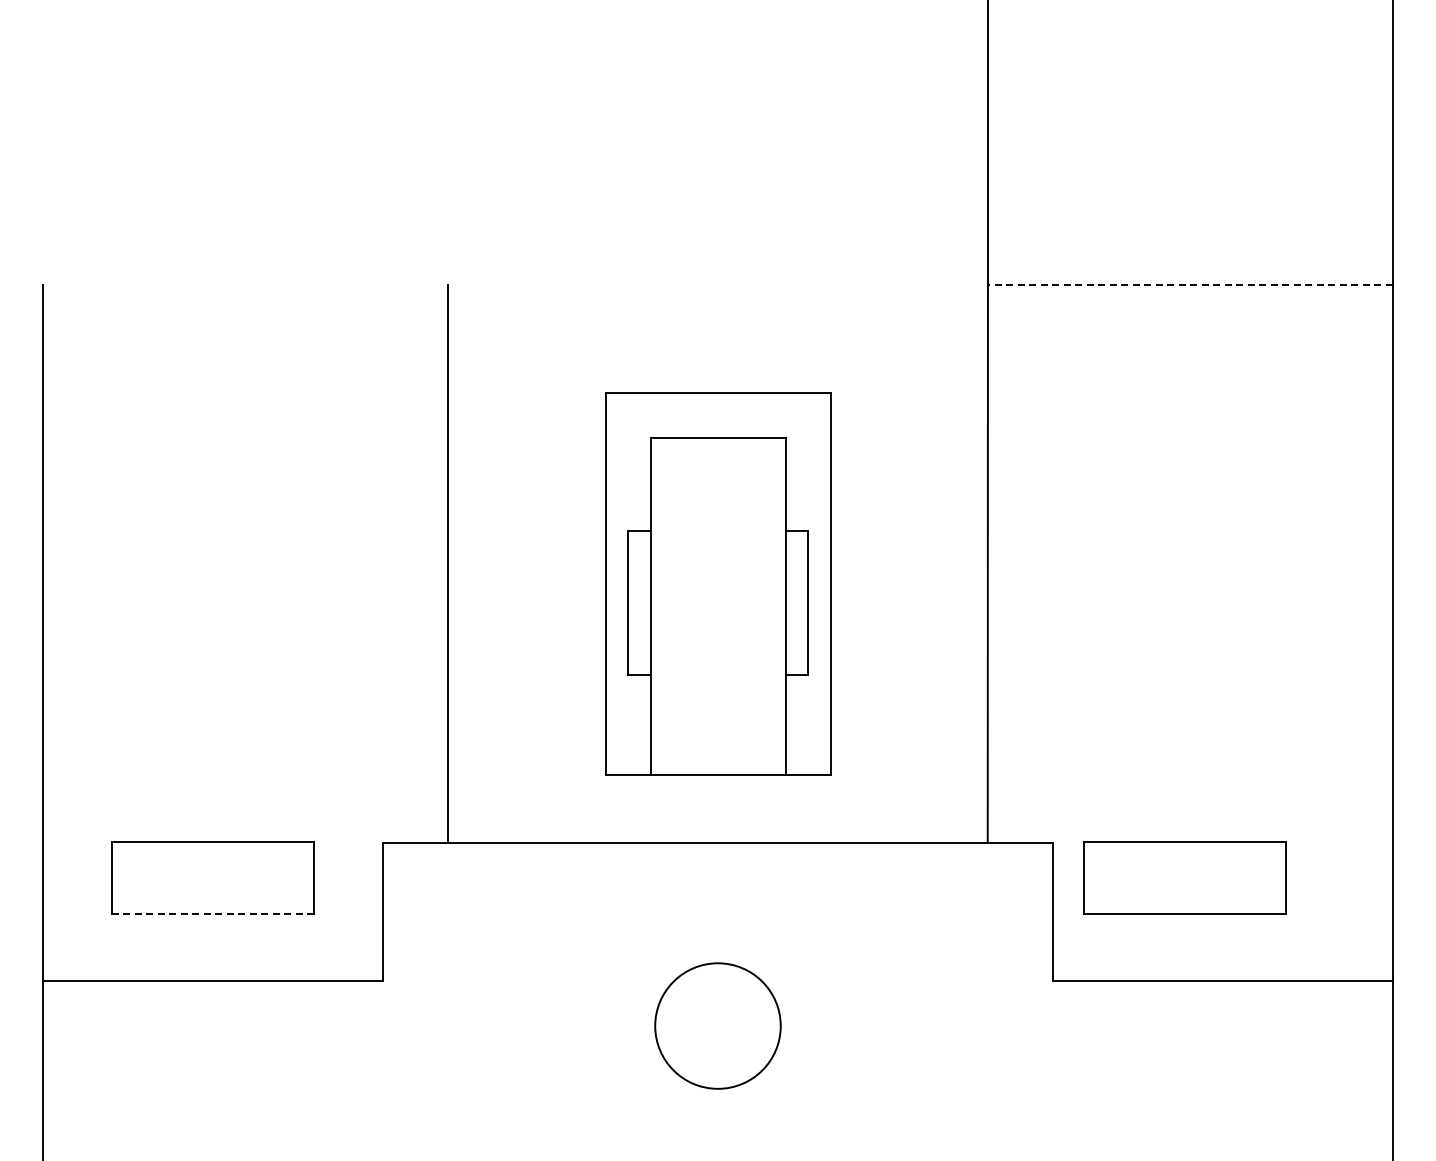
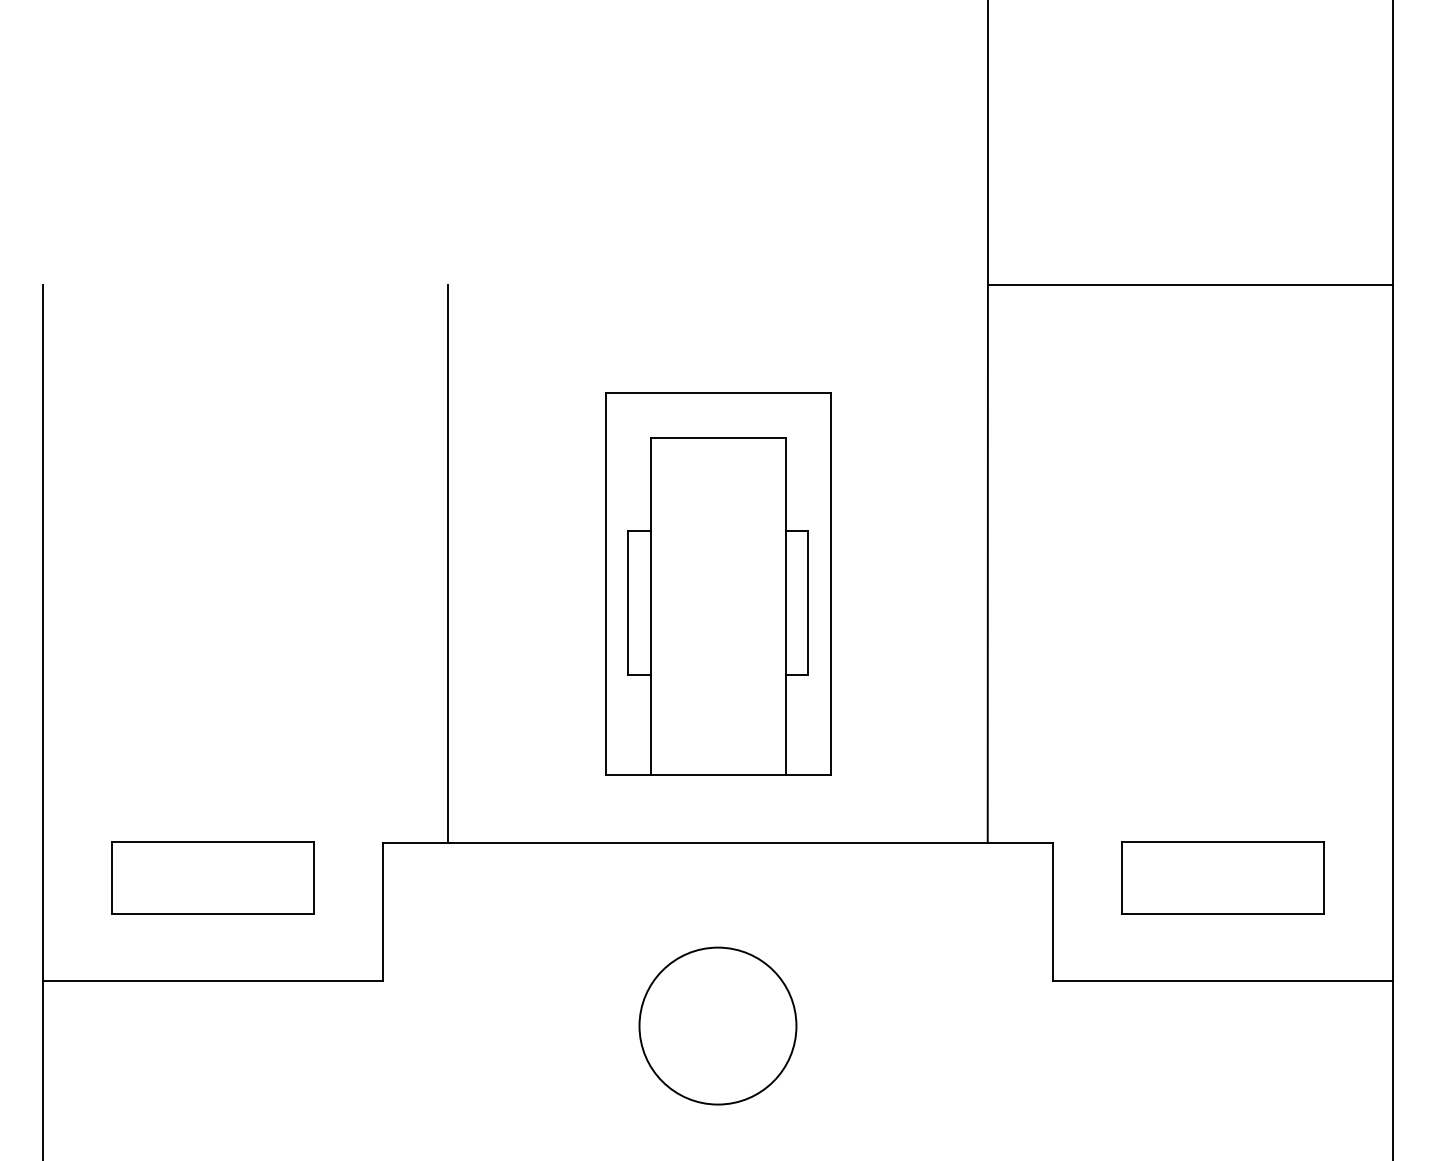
line at (1189, 284): dashed -> solid
part at (1184, 877) position: (1184, 877) -> (1222, 877)
line at (213, 913): dashed -> solid
circle at (717, 1025) size: 128x128 px -> 160x160 px
